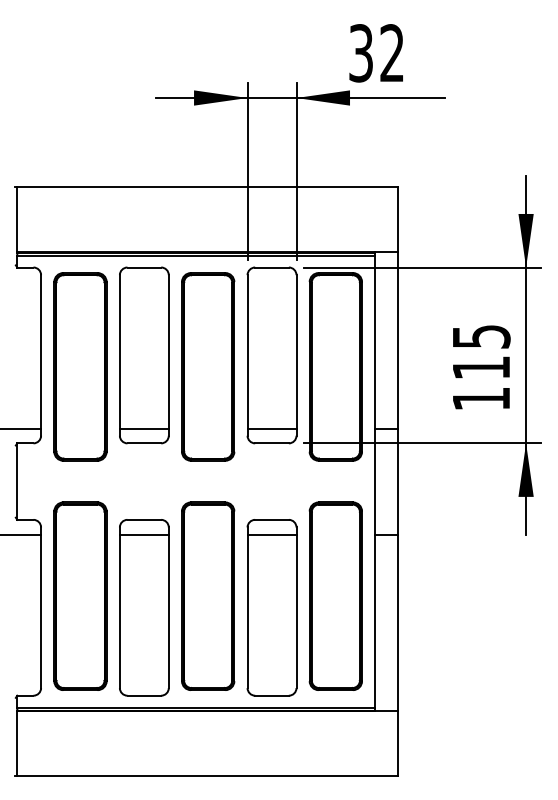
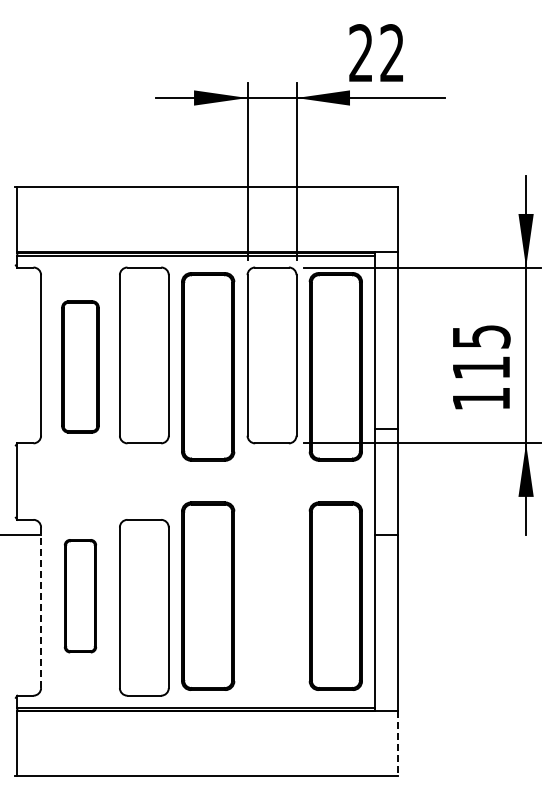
text at (360, 53): 32 -> 22
part at (80, 366) size: 55x190 px -> 39x134 px
line at (21, 428): present -> none
line at (143, 428): present -> none
line at (271, 428): present -> none
line at (143, 534): present -> none
part at (80, 595) size: 55x190 px -> 34x115 px
line at (41, 607): solid -> dashed
part at (271, 607): present -> none
line at (398, 744): solid -> dashed
